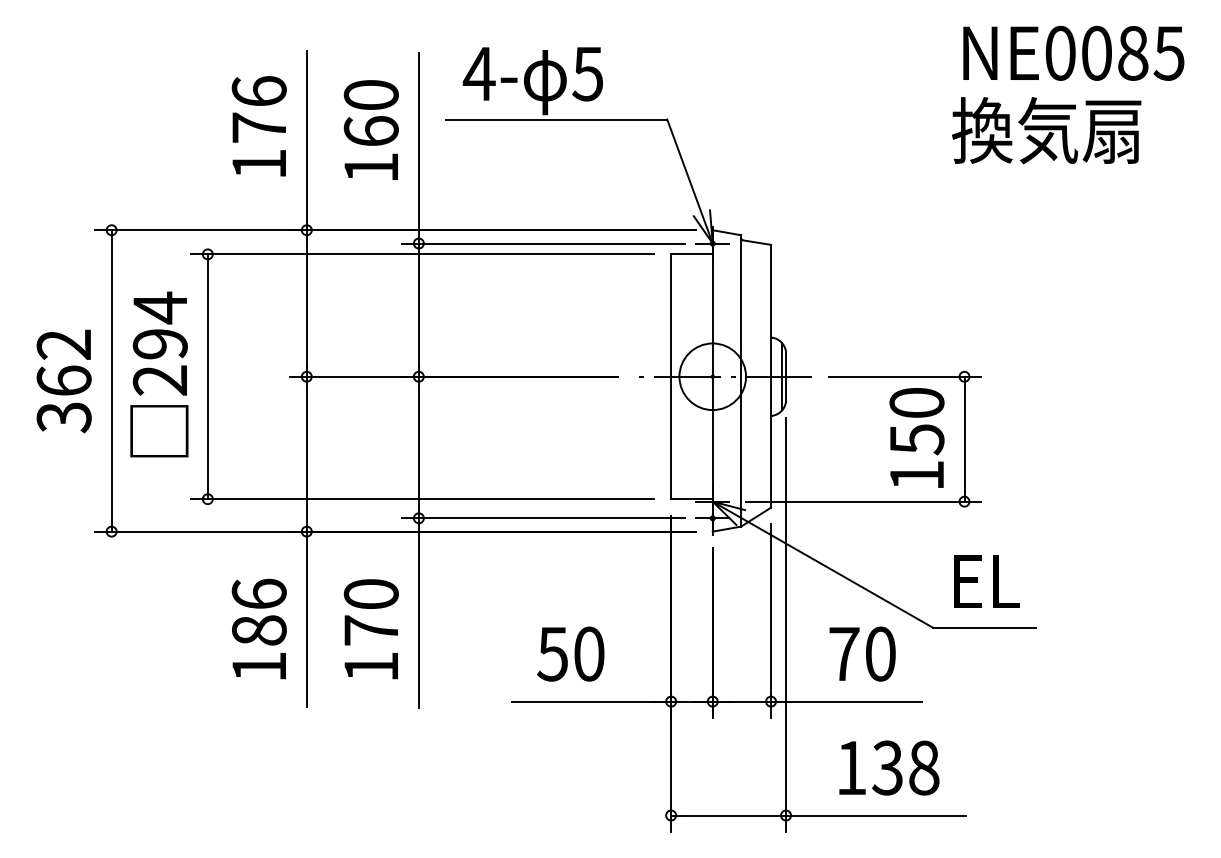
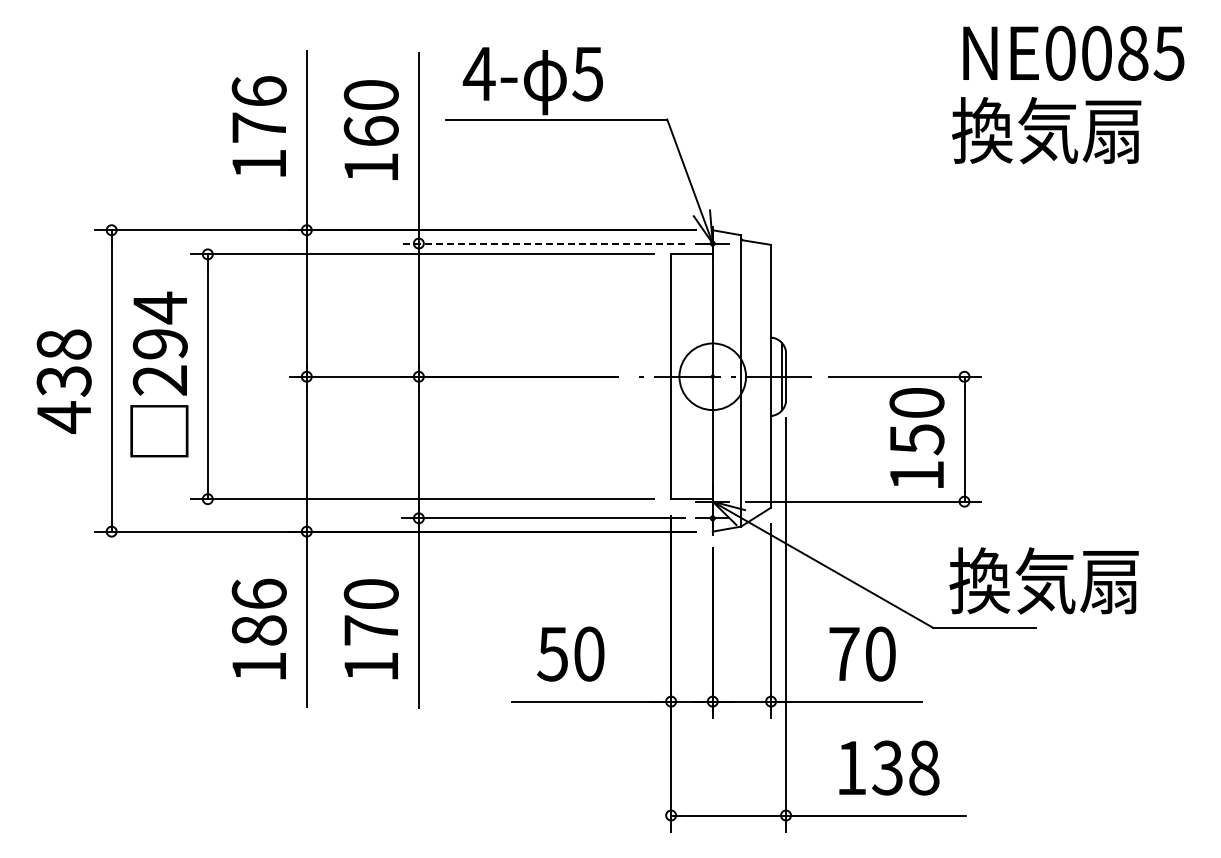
line at (543, 243): solid -> dashed
text at (63, 381): 362 -> 438
text at (1043, 580): EL -> 換気扇
